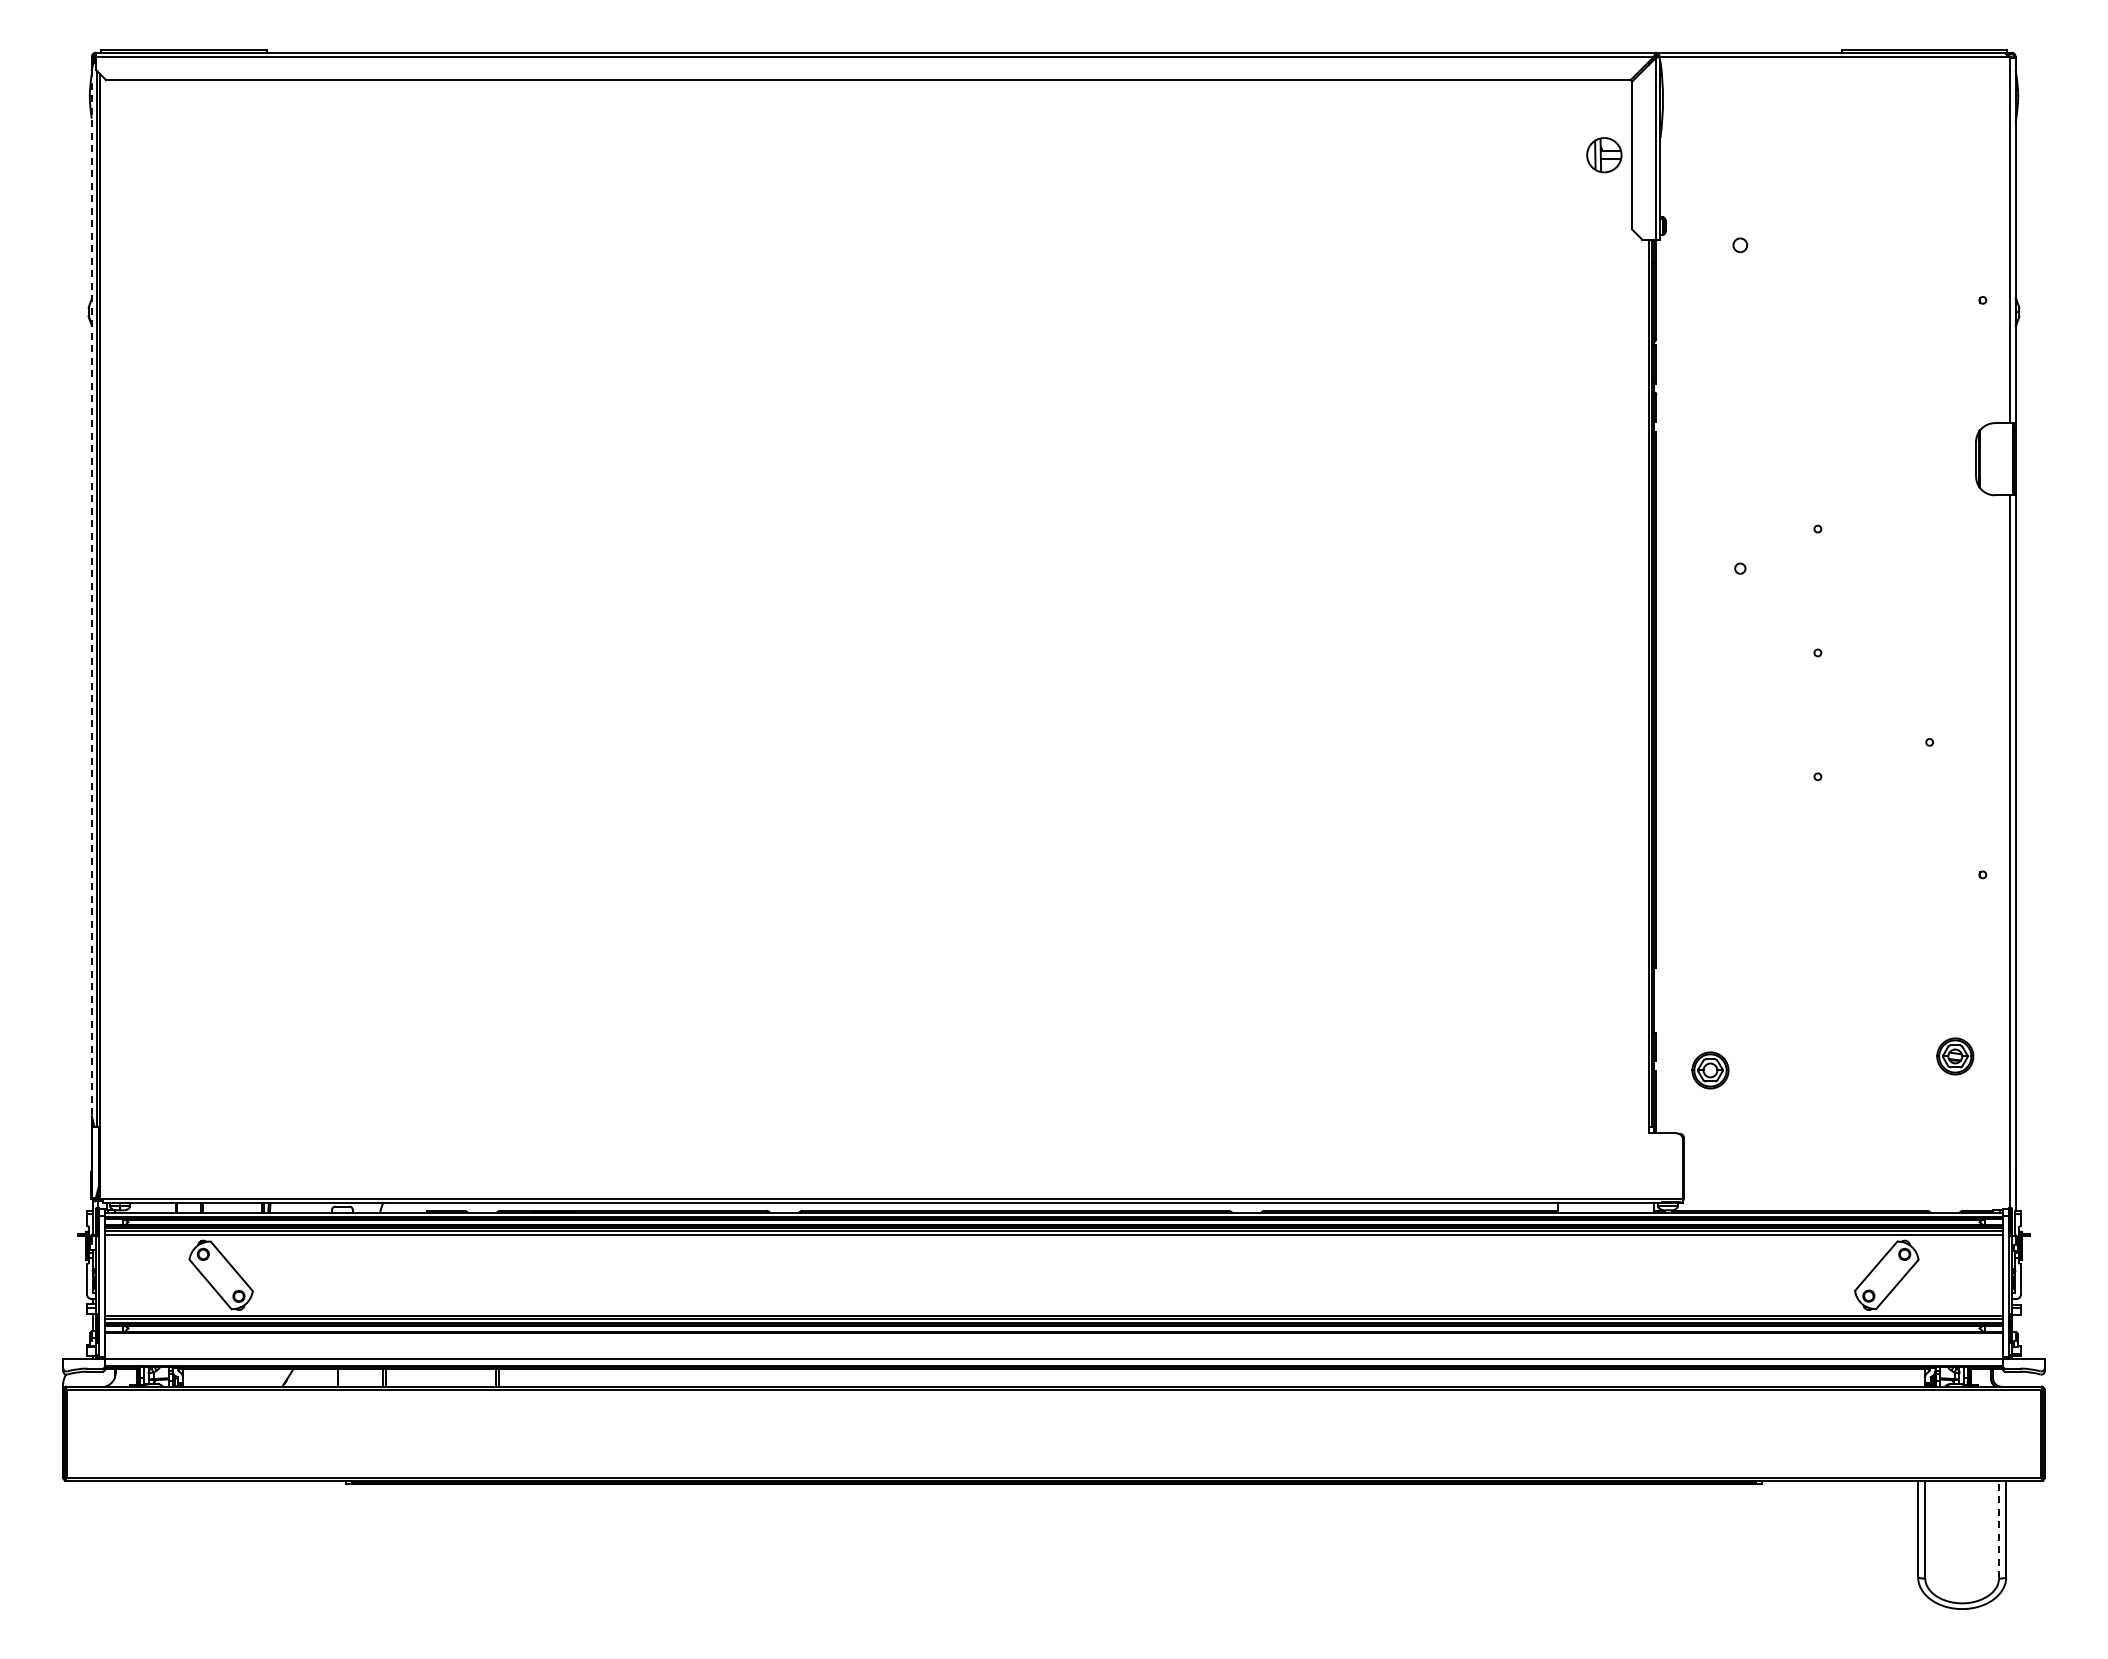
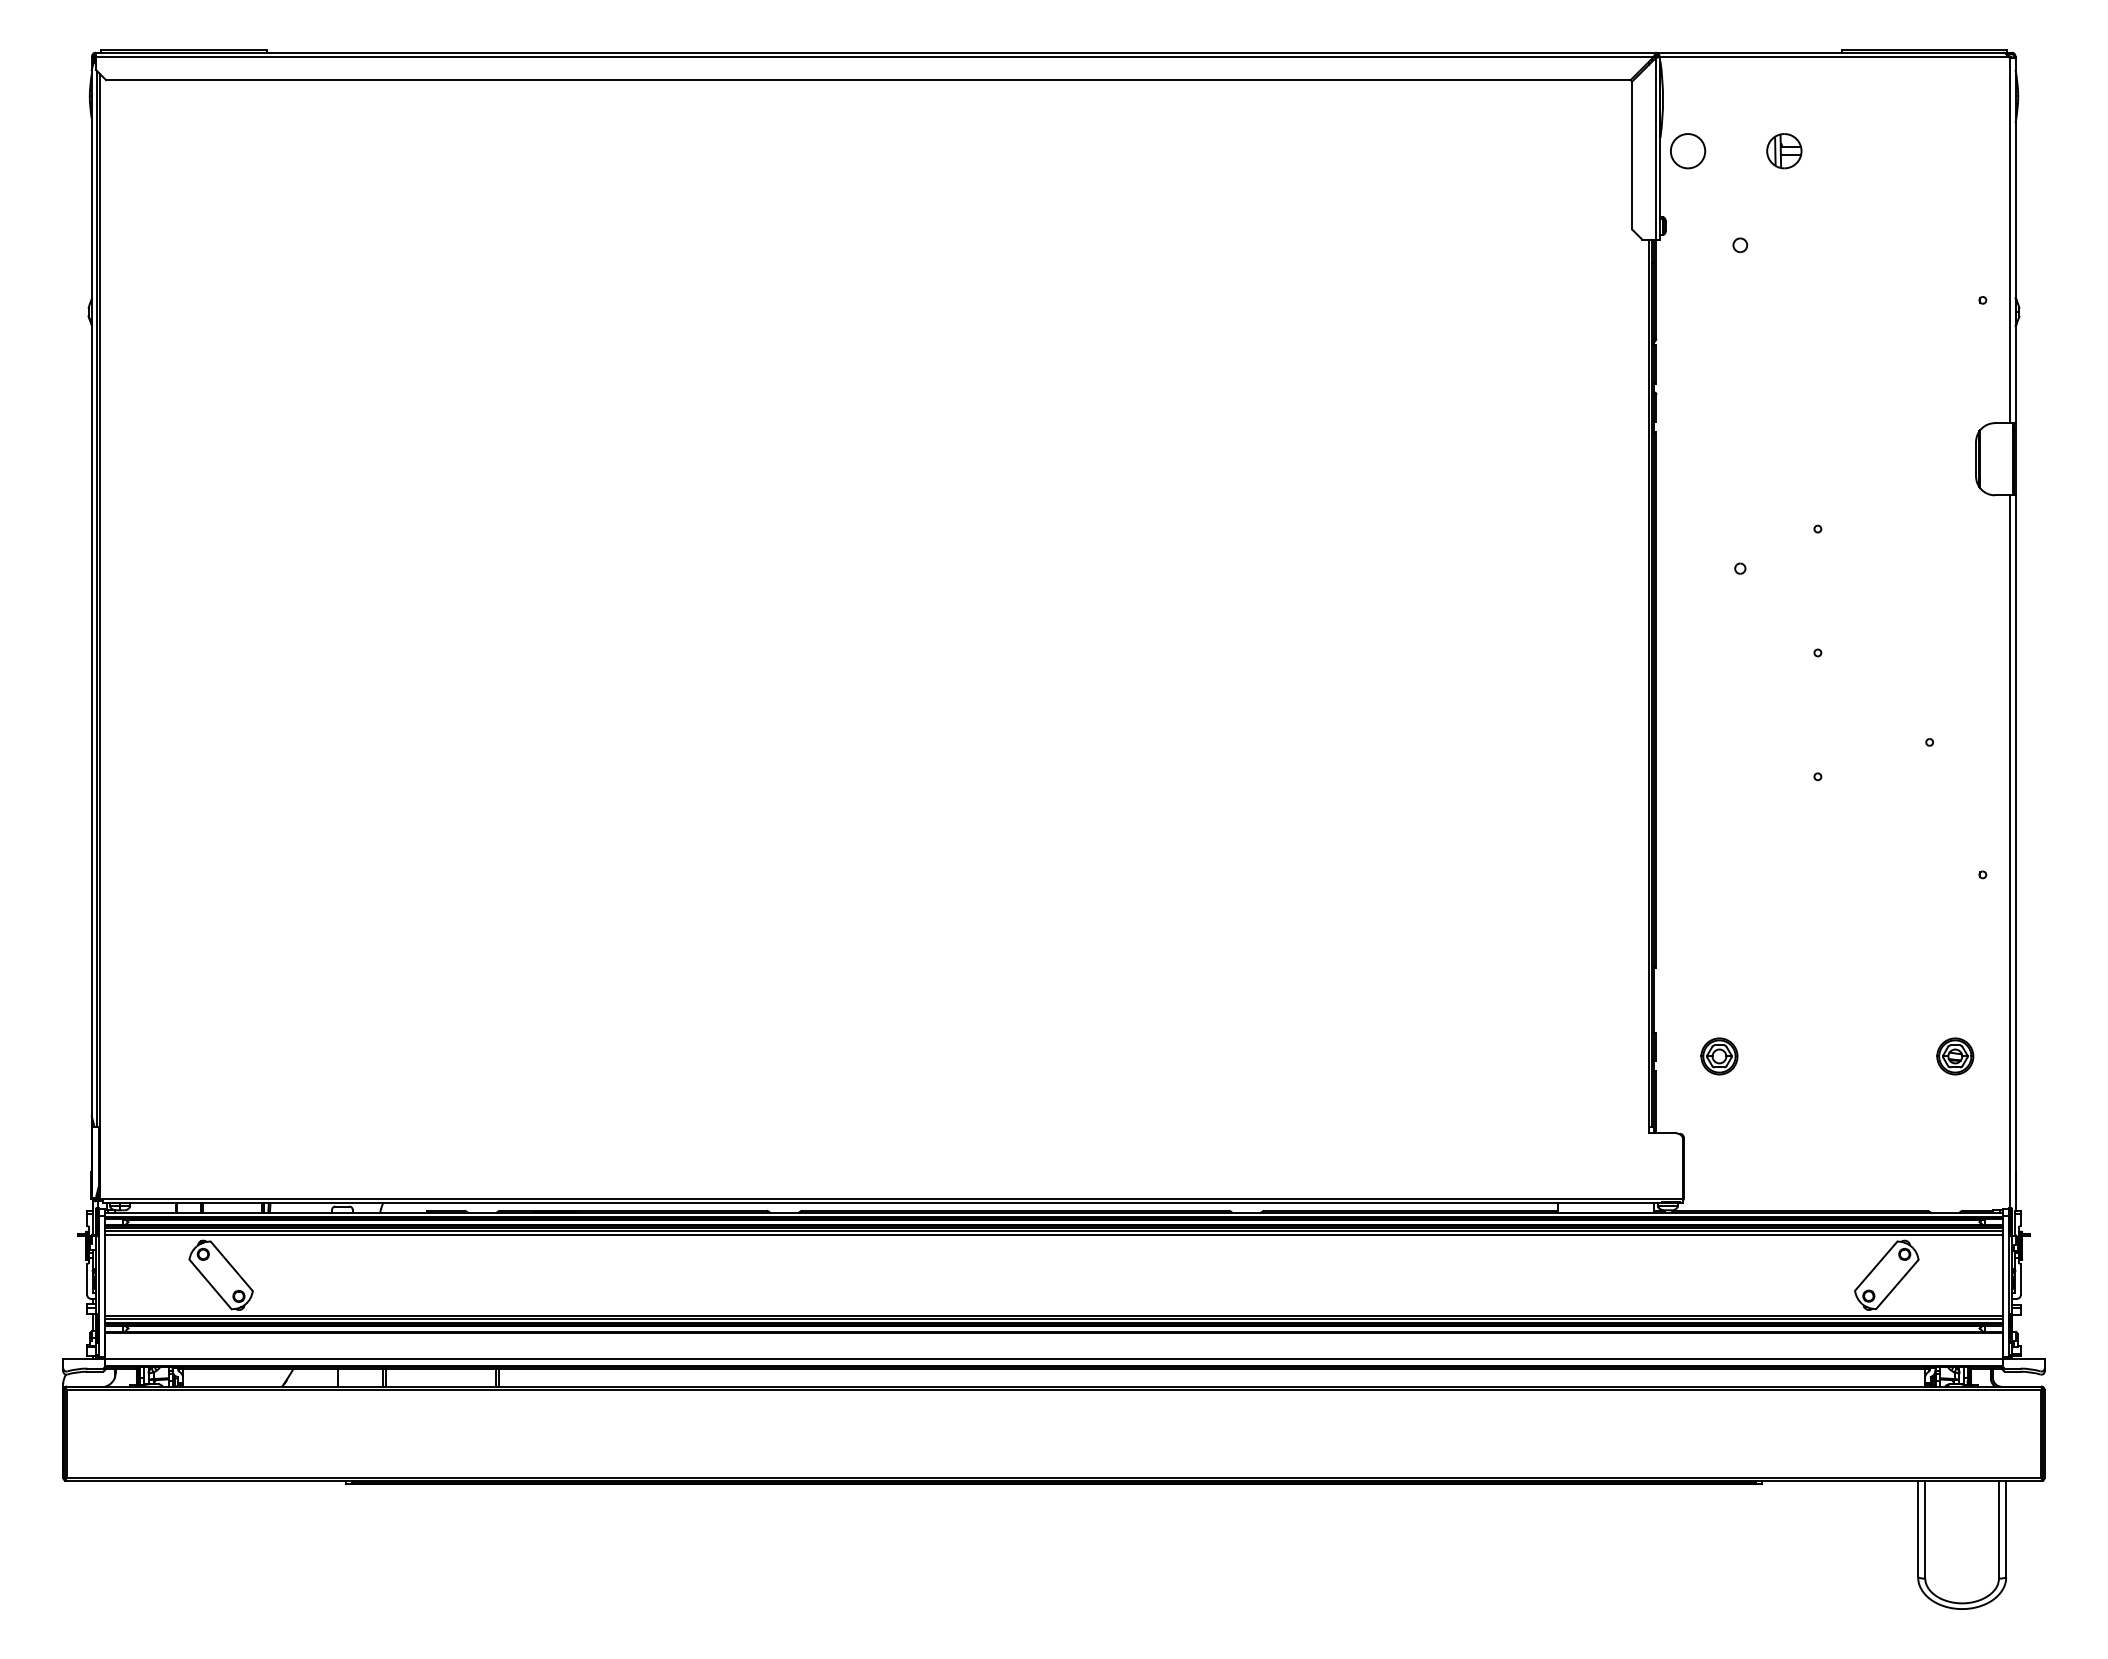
part at (1688, 151): none -> present
part at (1604, 155) position: (1604, 155) -> (1784, 151)
line at (91, 593): dashed -> solid
part at (1710, 1070) position: (1710, 1070) -> (1719, 1056)
line at (1999, 1529): dashed -> solid
